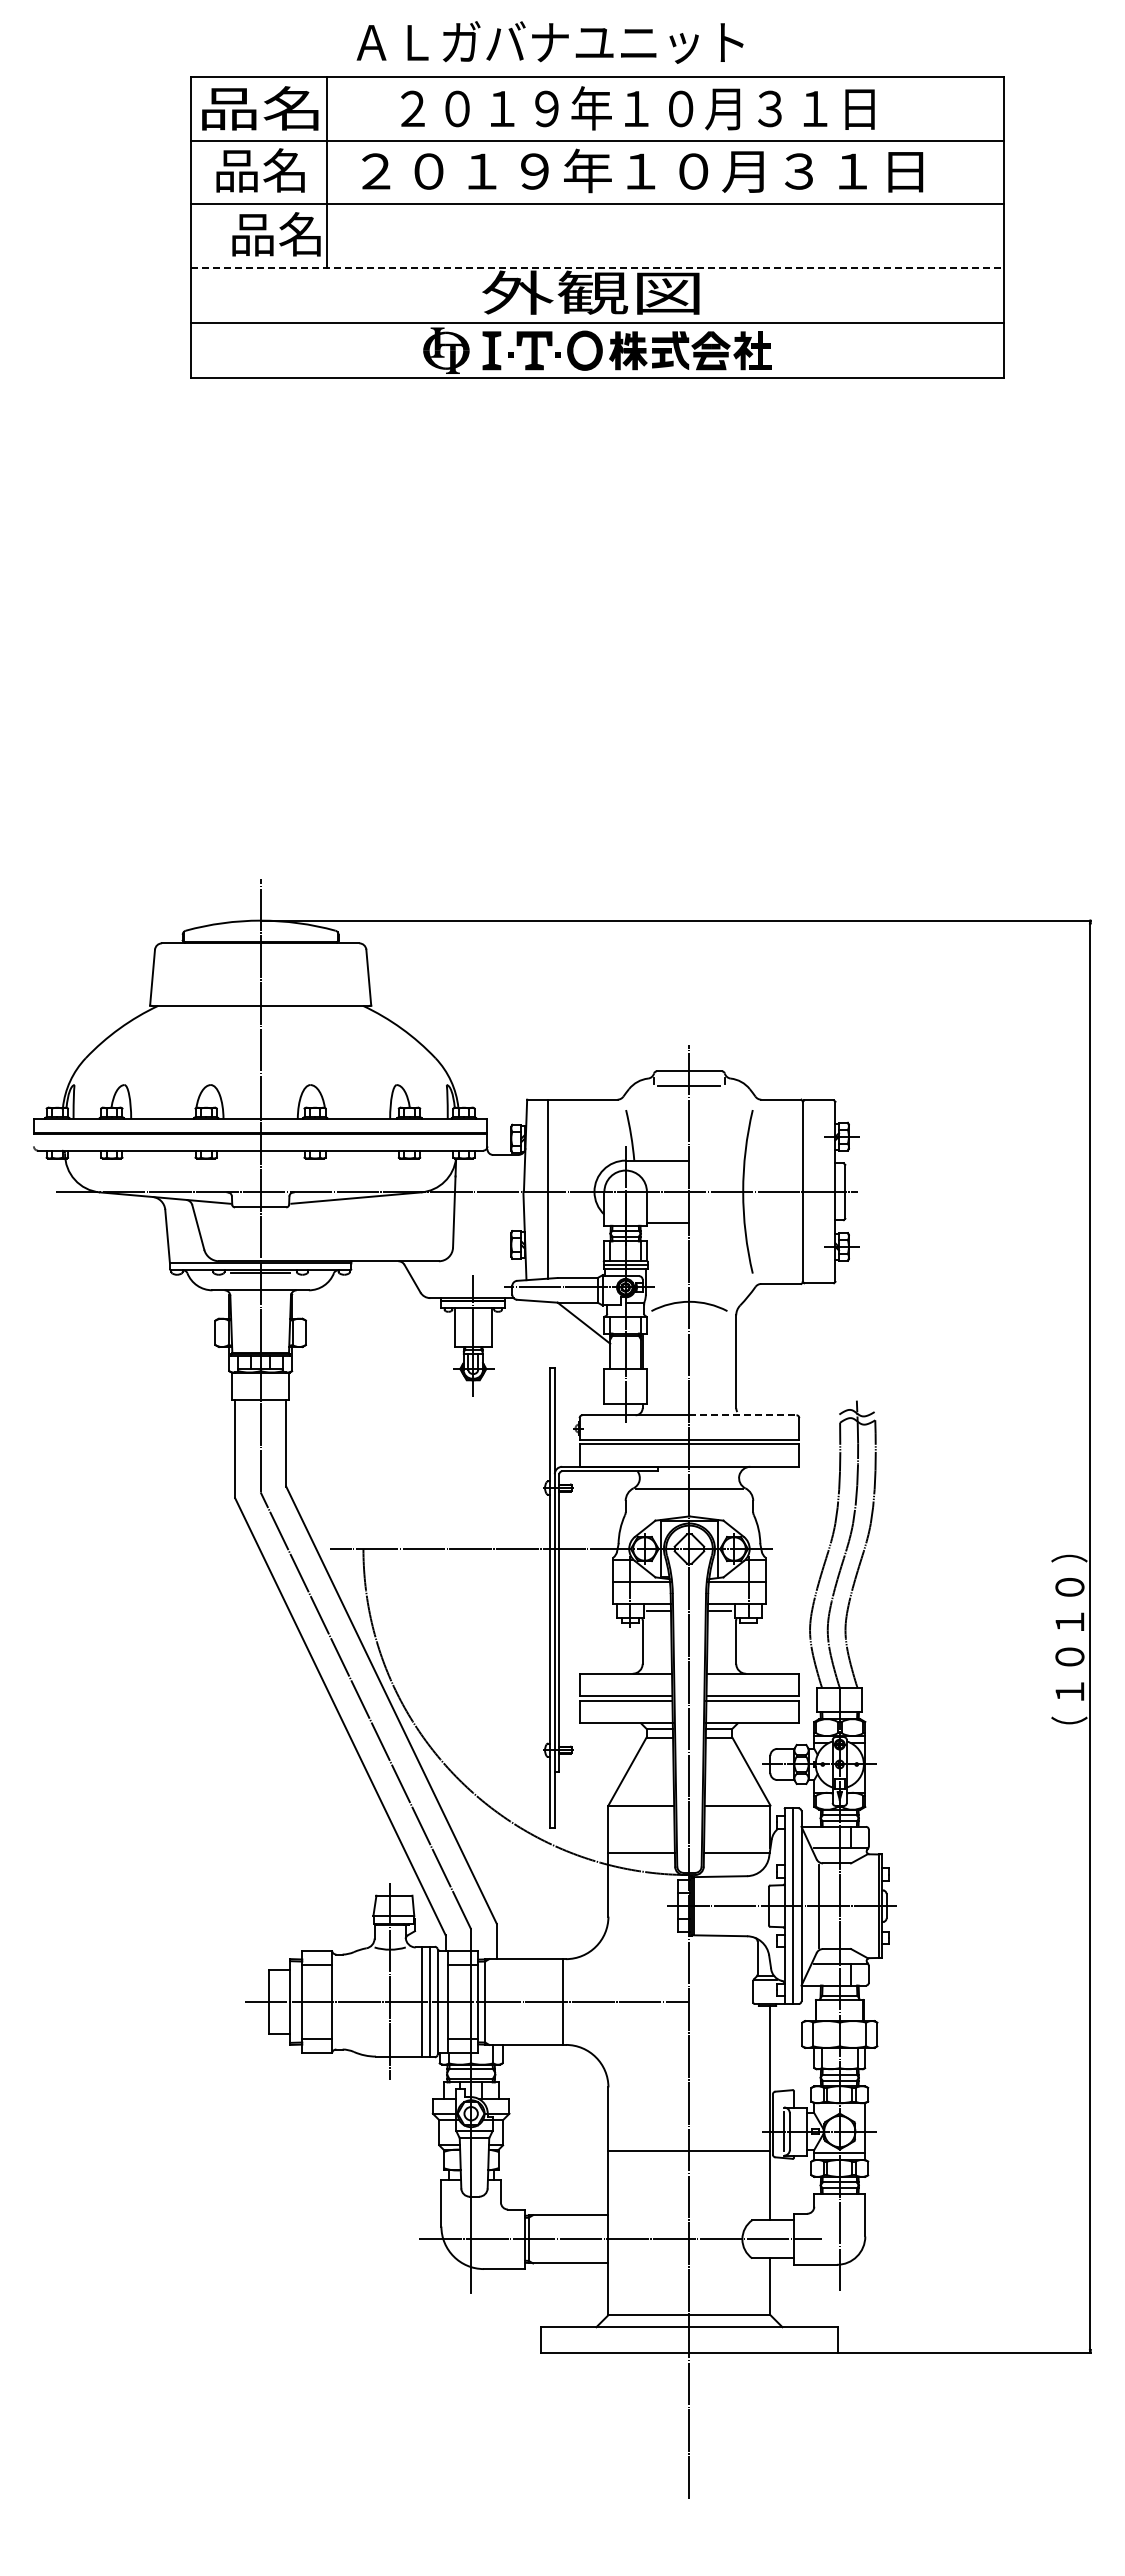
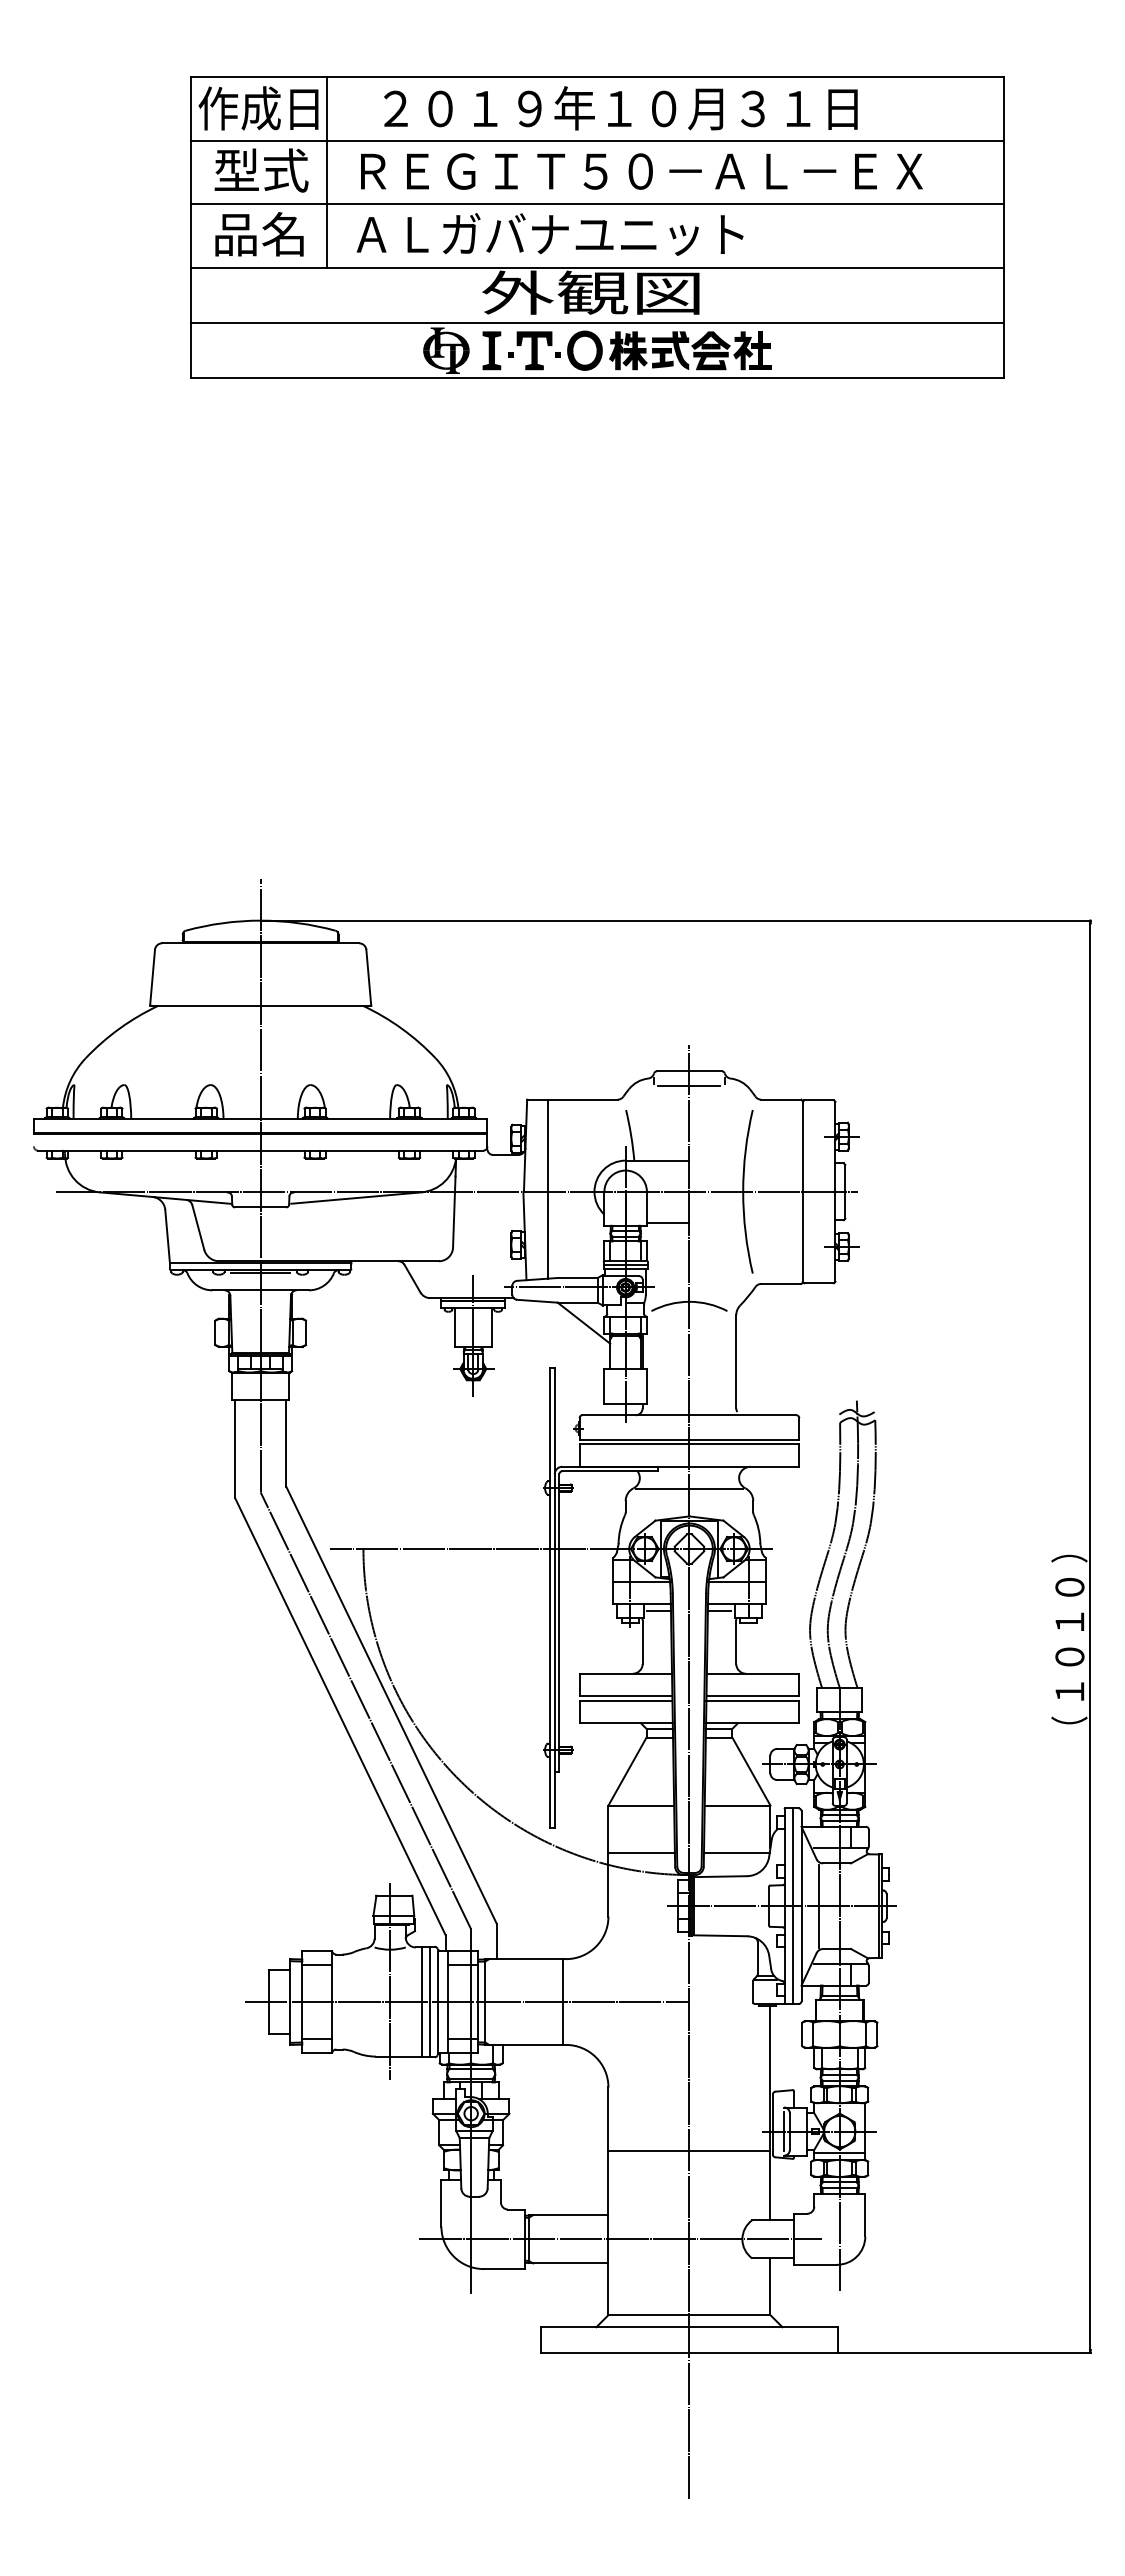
text at (549, 42) position: (549, 42) -> (549, 234)
text at (258, 108): 品名 -> 作成日
text at (637, 108) position: (637, 108) -> (620, 108)
text at (261, 170): 品名 -> 型式
text at (642, 170): ２０１９年１０月３１日 -> ＲＥＧＩＴ５０－ＡＬ－ＥＸ
text at (276, 234) position: (276, 234) -> (259, 234)
line at (597, 267): dashed -> solid
line at (742, 1415): dashed -> solid
